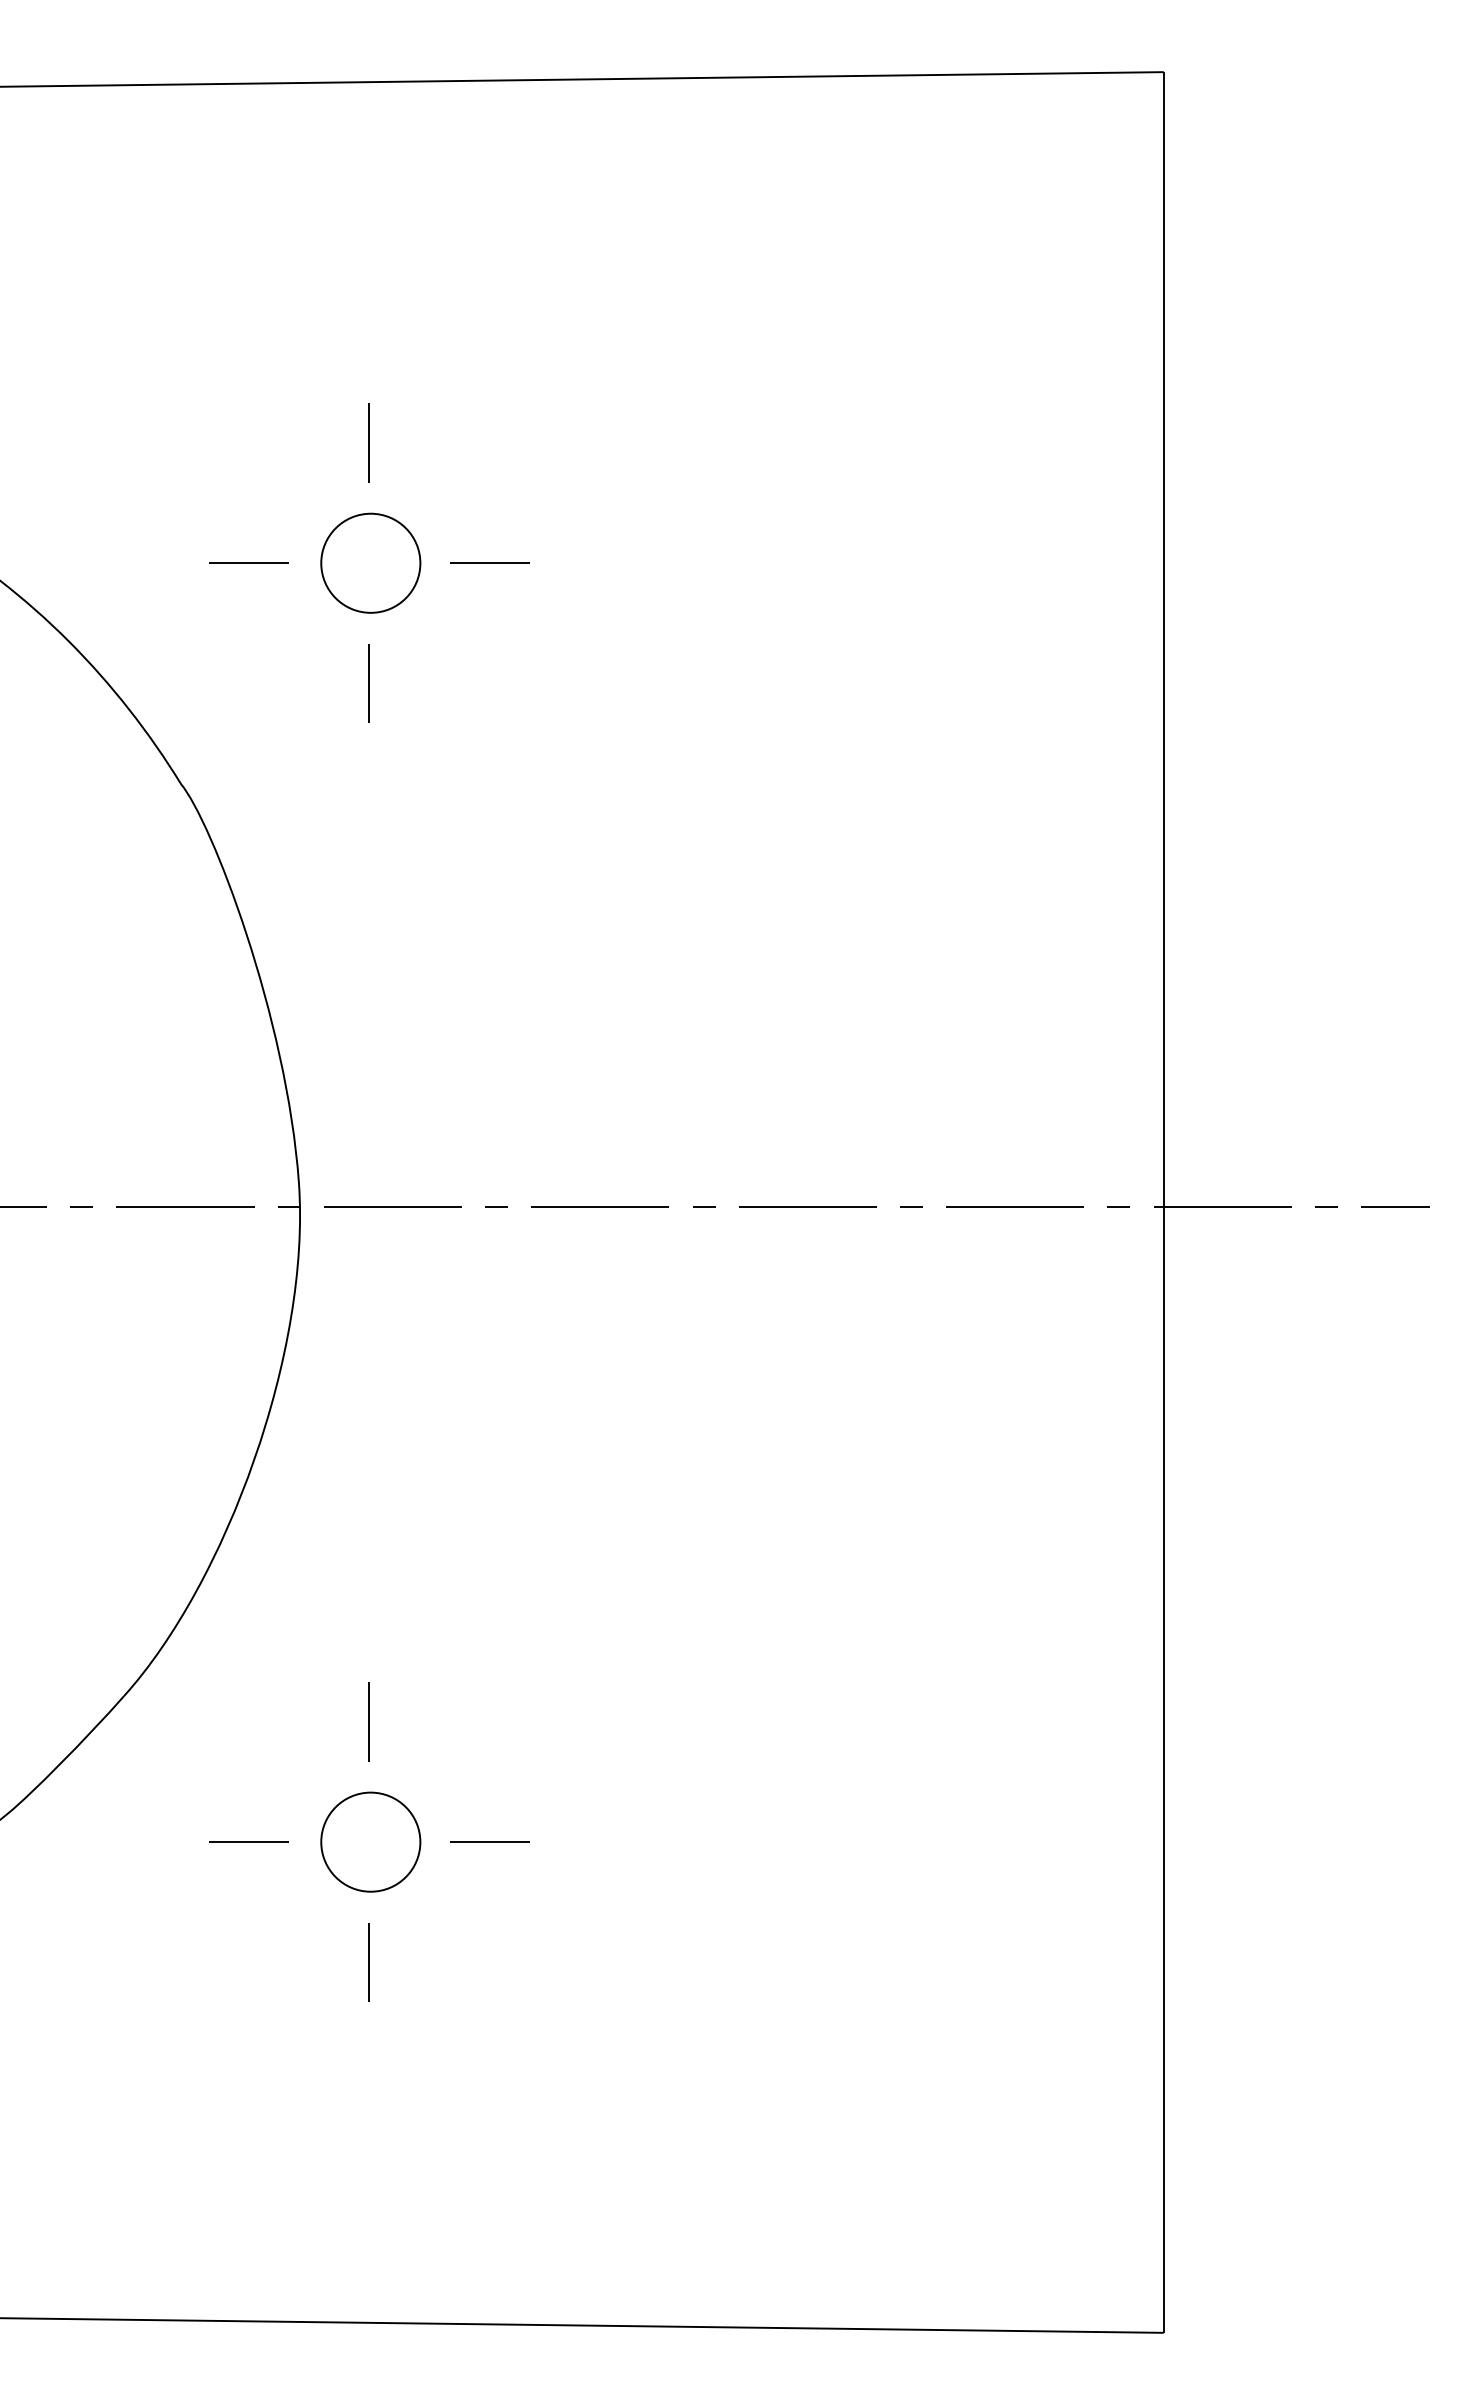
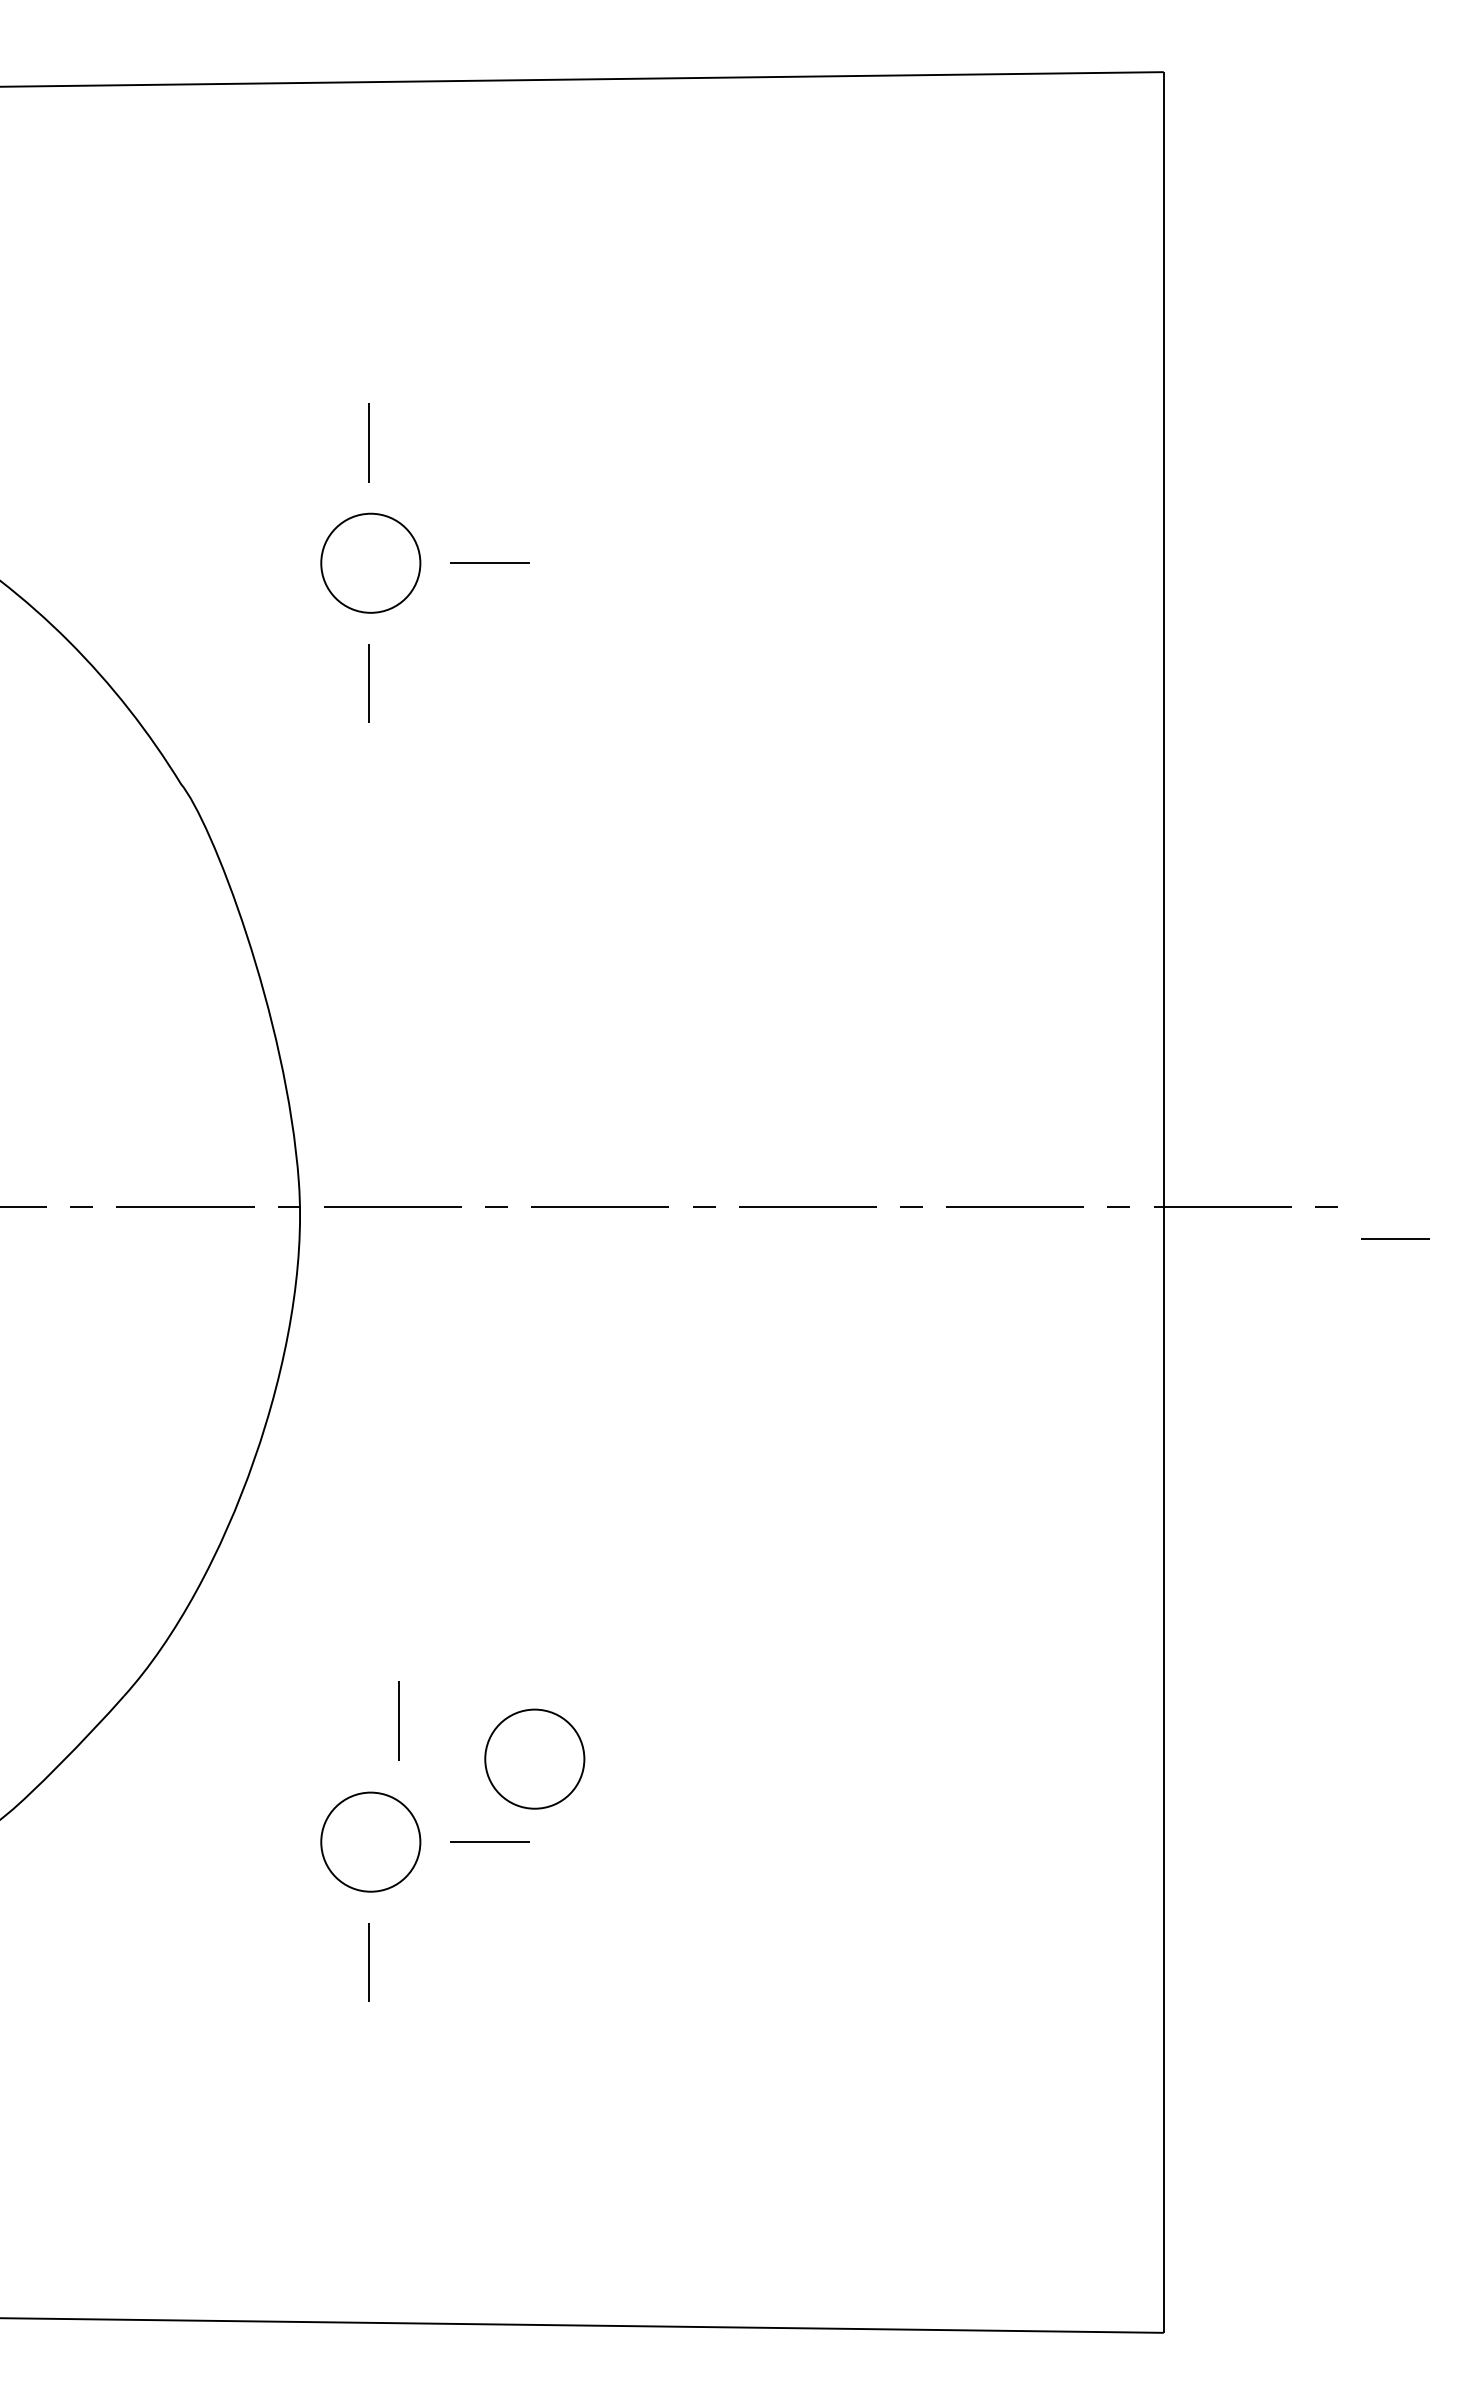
line at (248, 562): present -> none
line at (1395, 1206) position: (1395, 1206) -> (1395, 1238)
line at (368, 1721) position: (368, 1721) -> (398, 1720)
part at (534, 1758): none -> present
line at (248, 1841): present -> none
